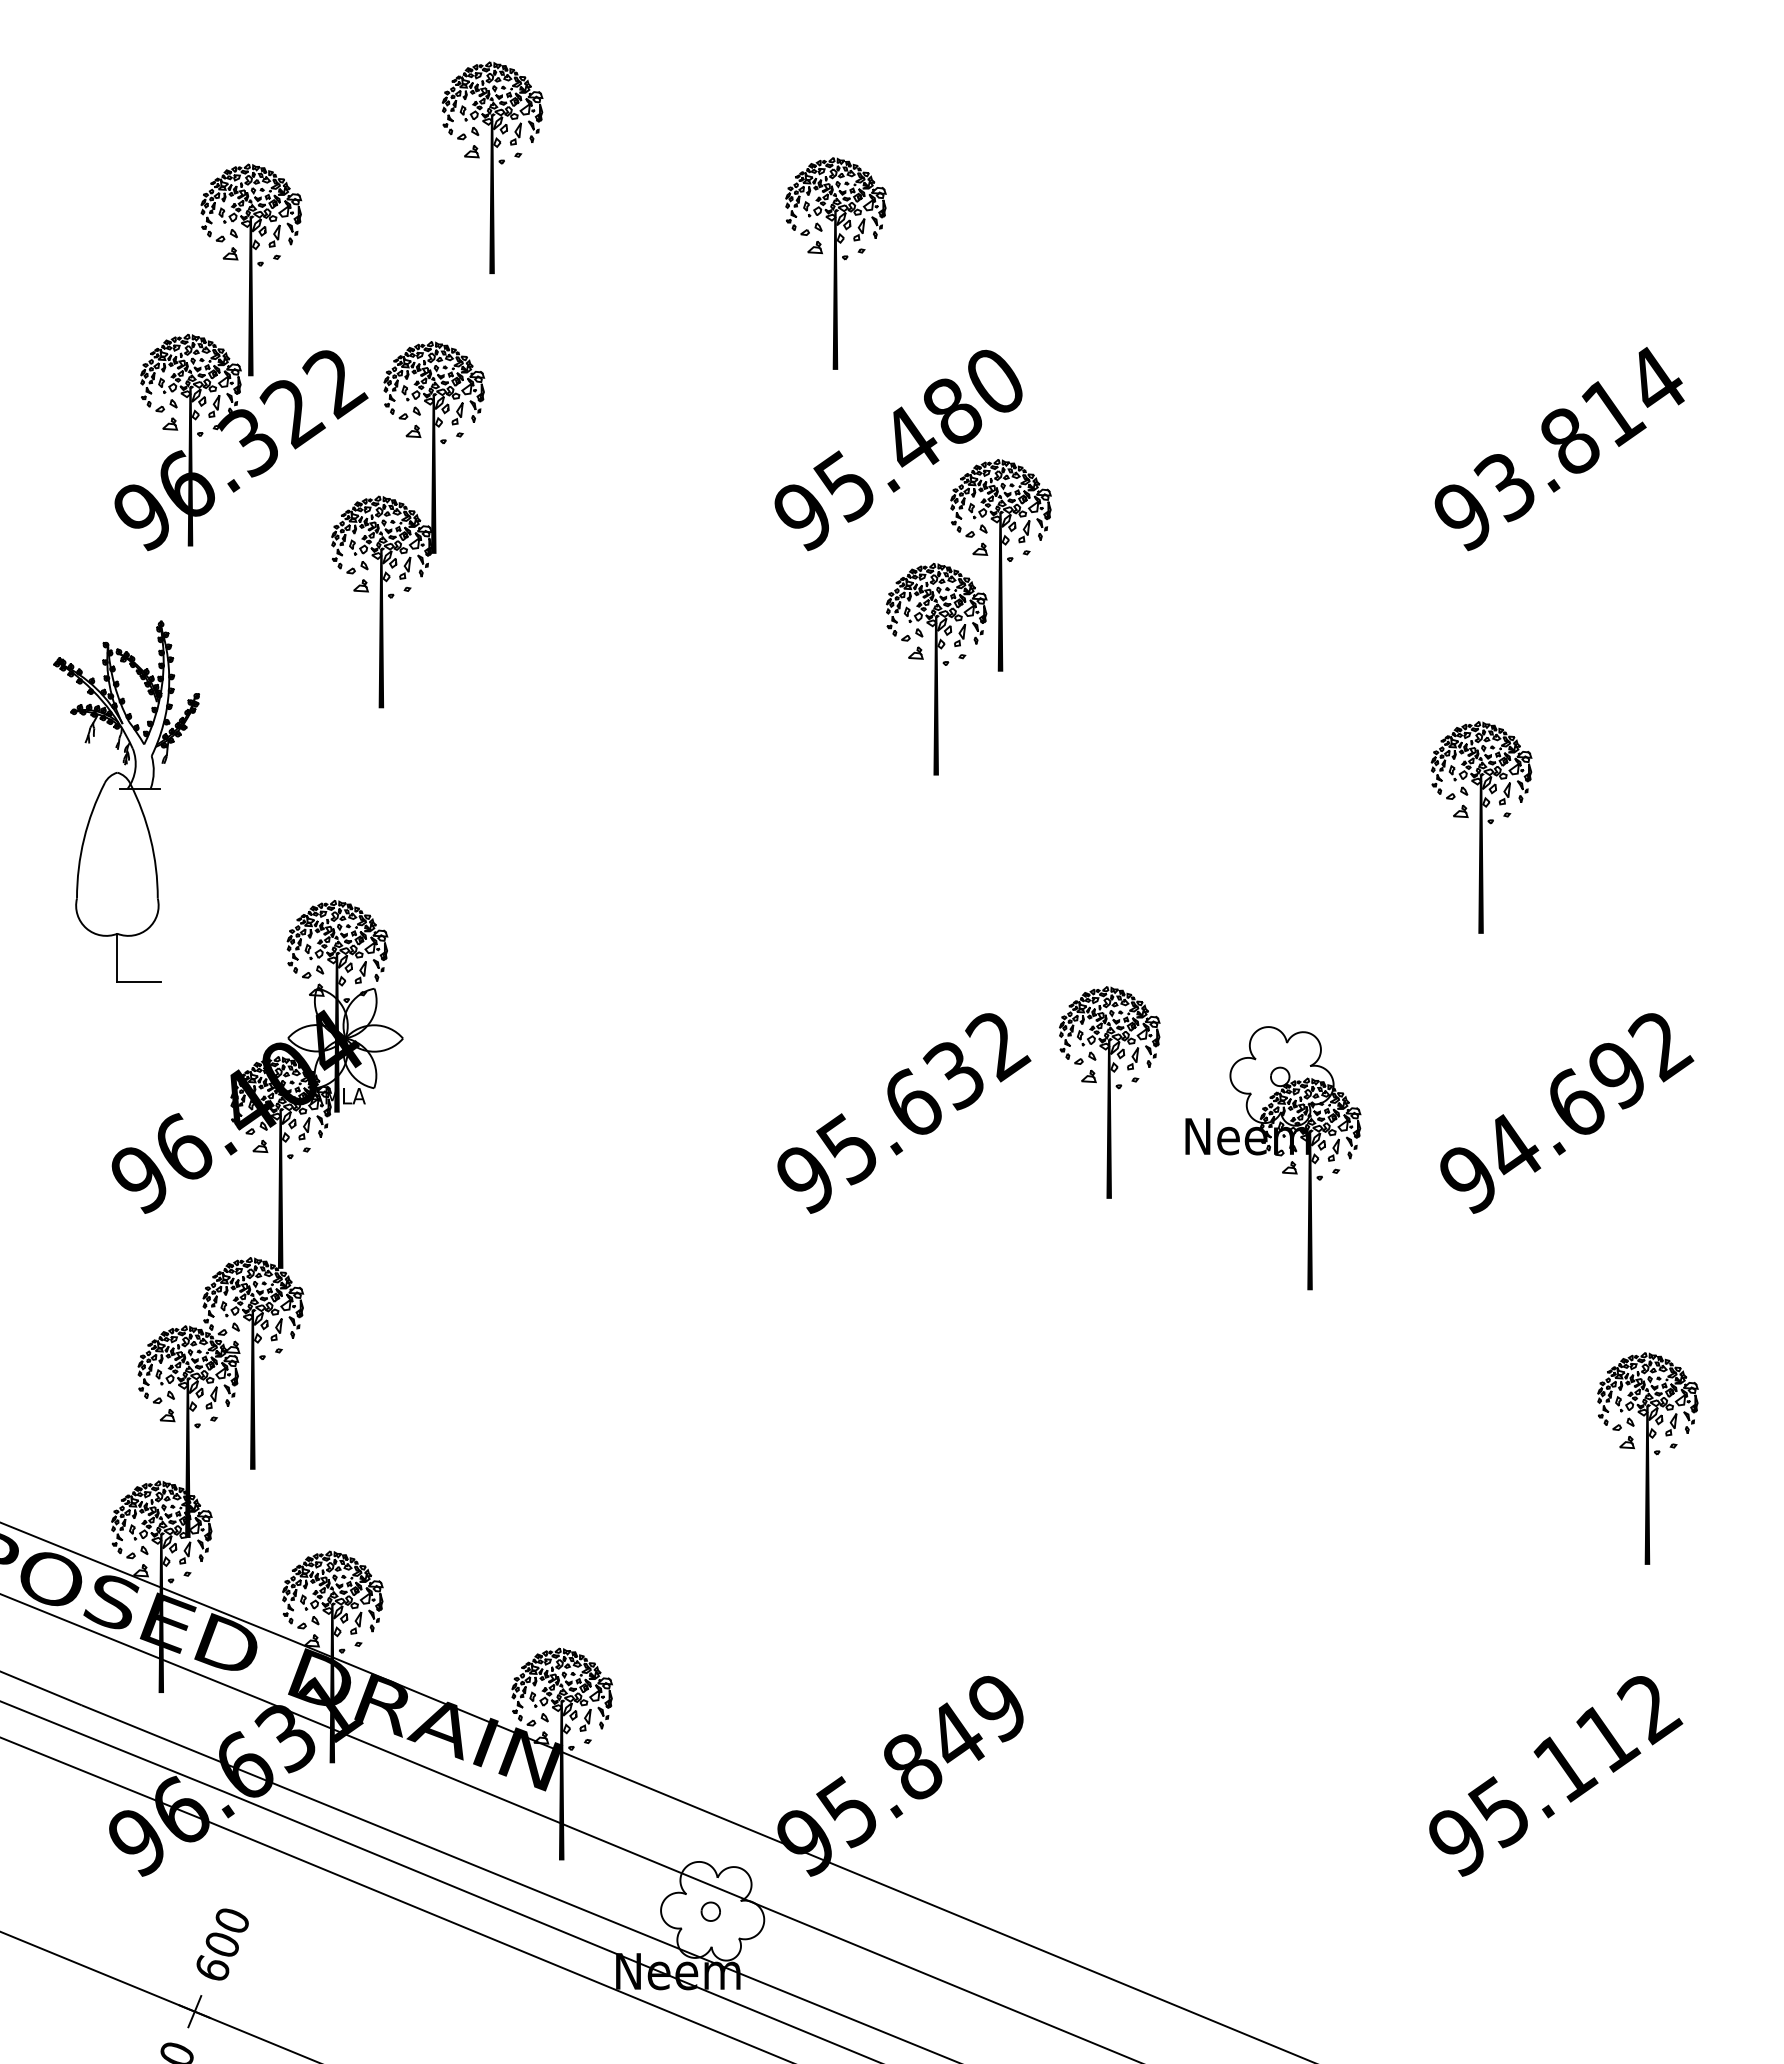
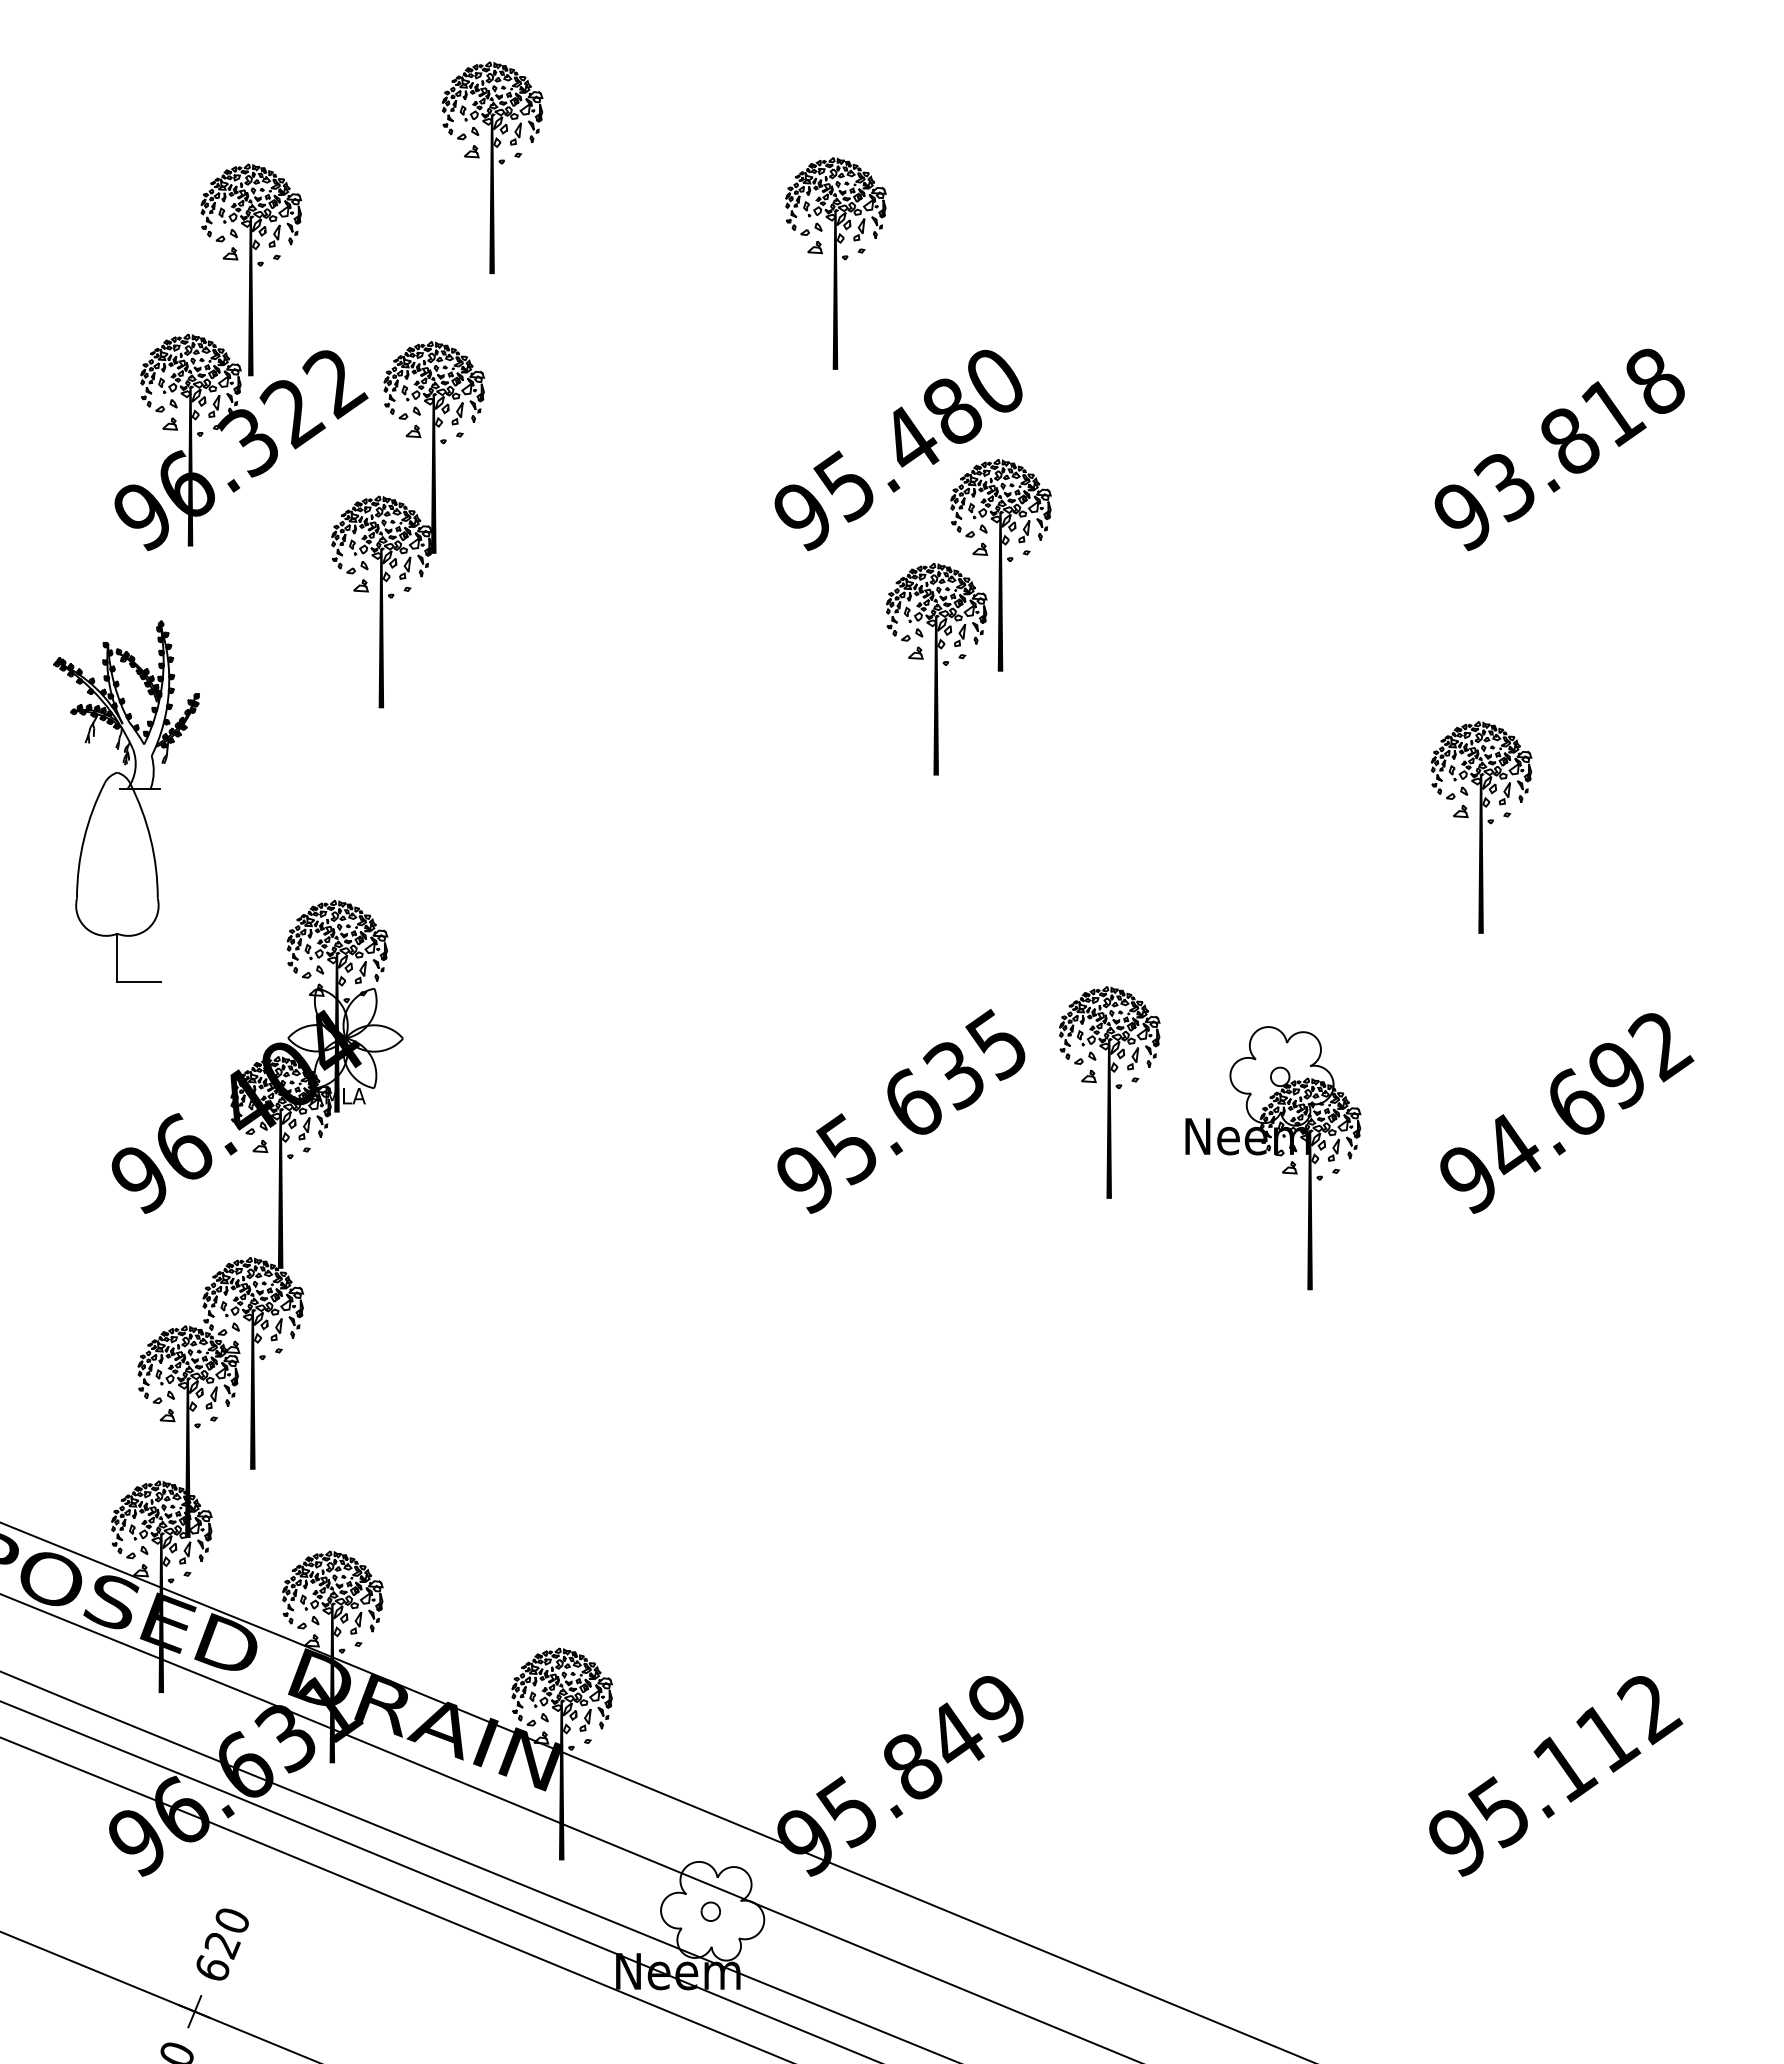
text at (1655, 380): 93.814 -> 93.818
text at (998, 1045): 95.632 -> 95.635
part at (1647, 1458): present -> none
text at (222, 1945): 600 -> 620
